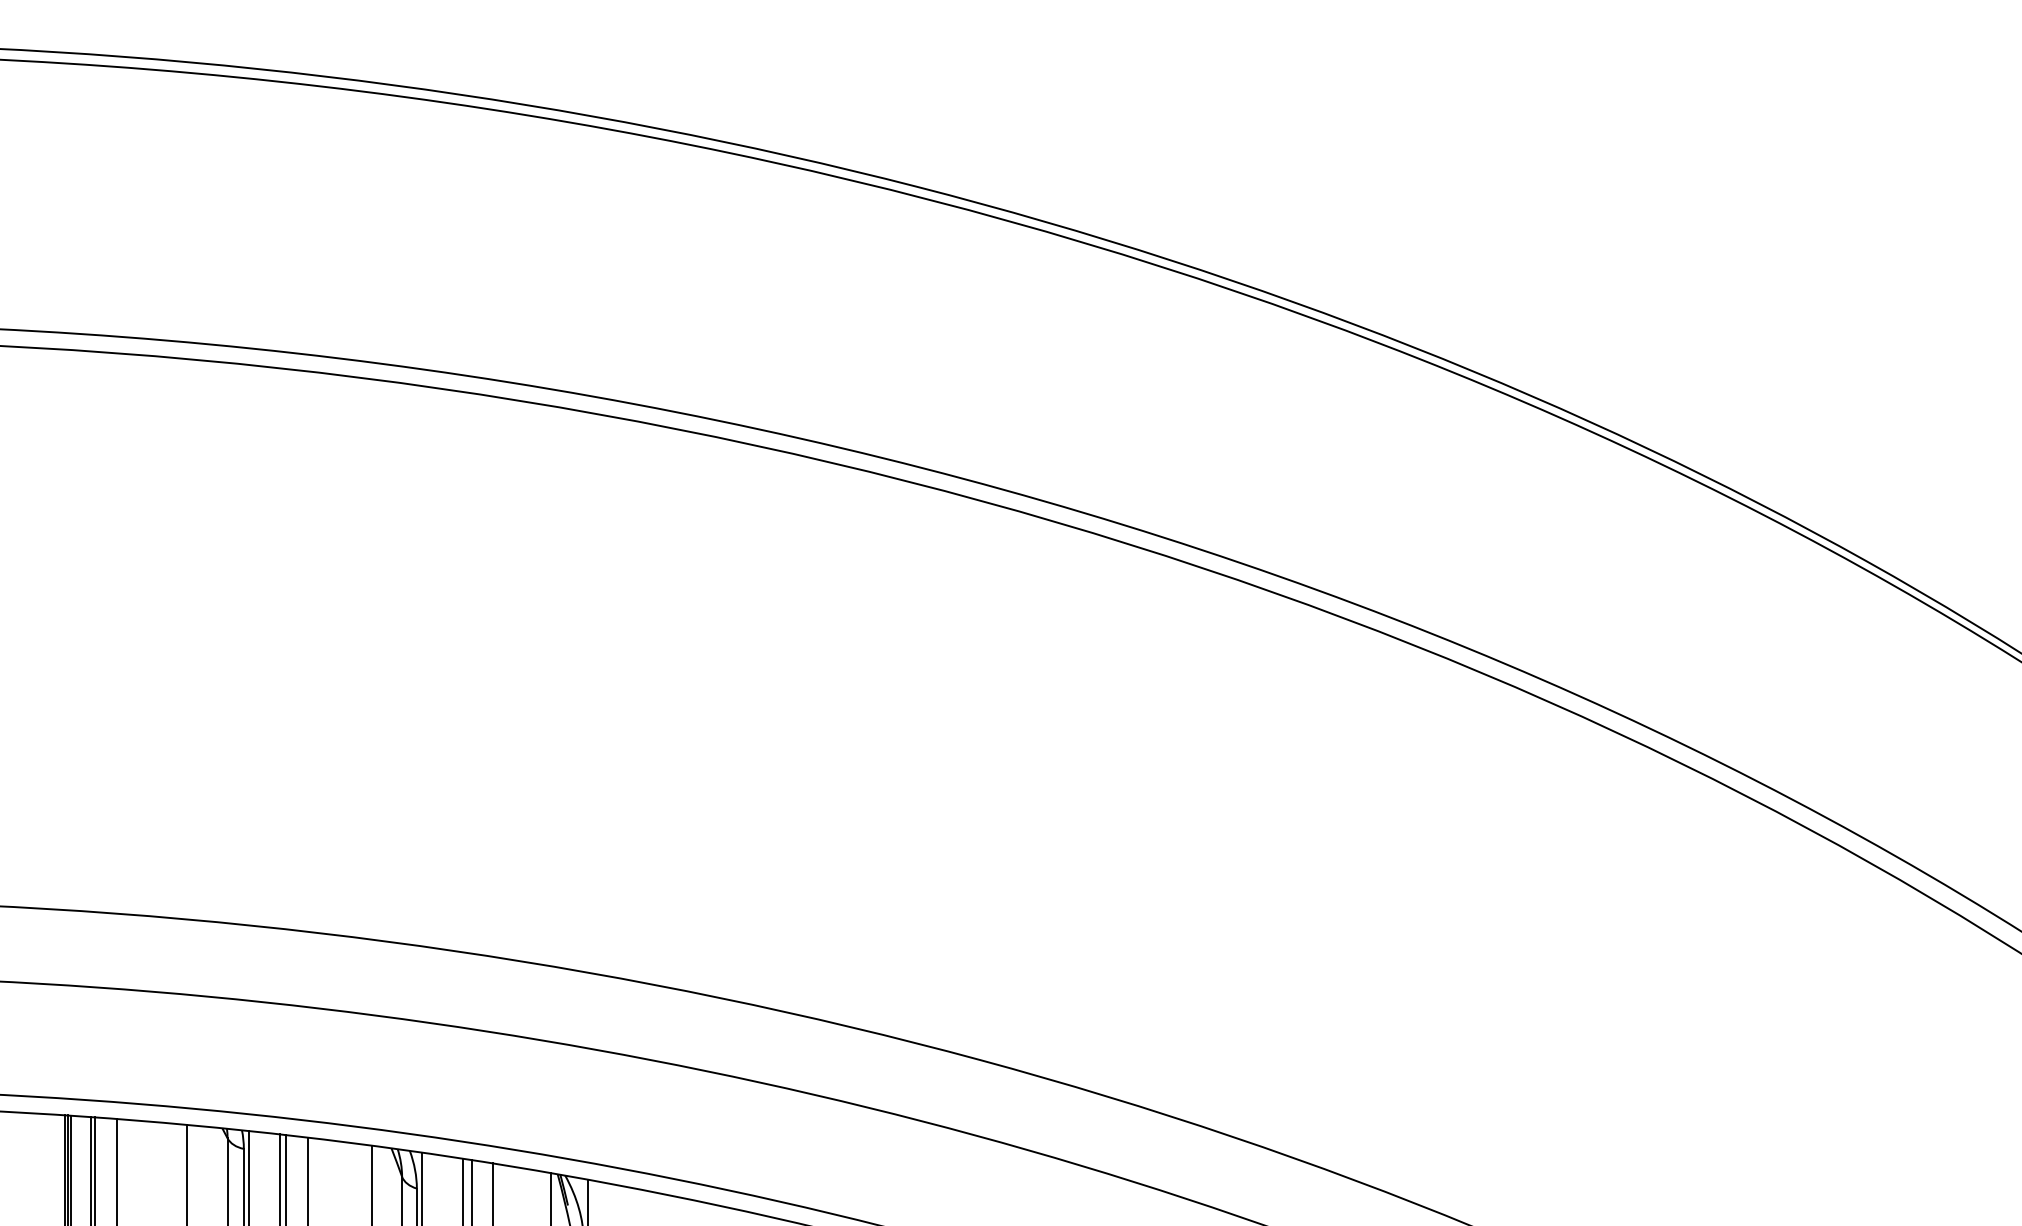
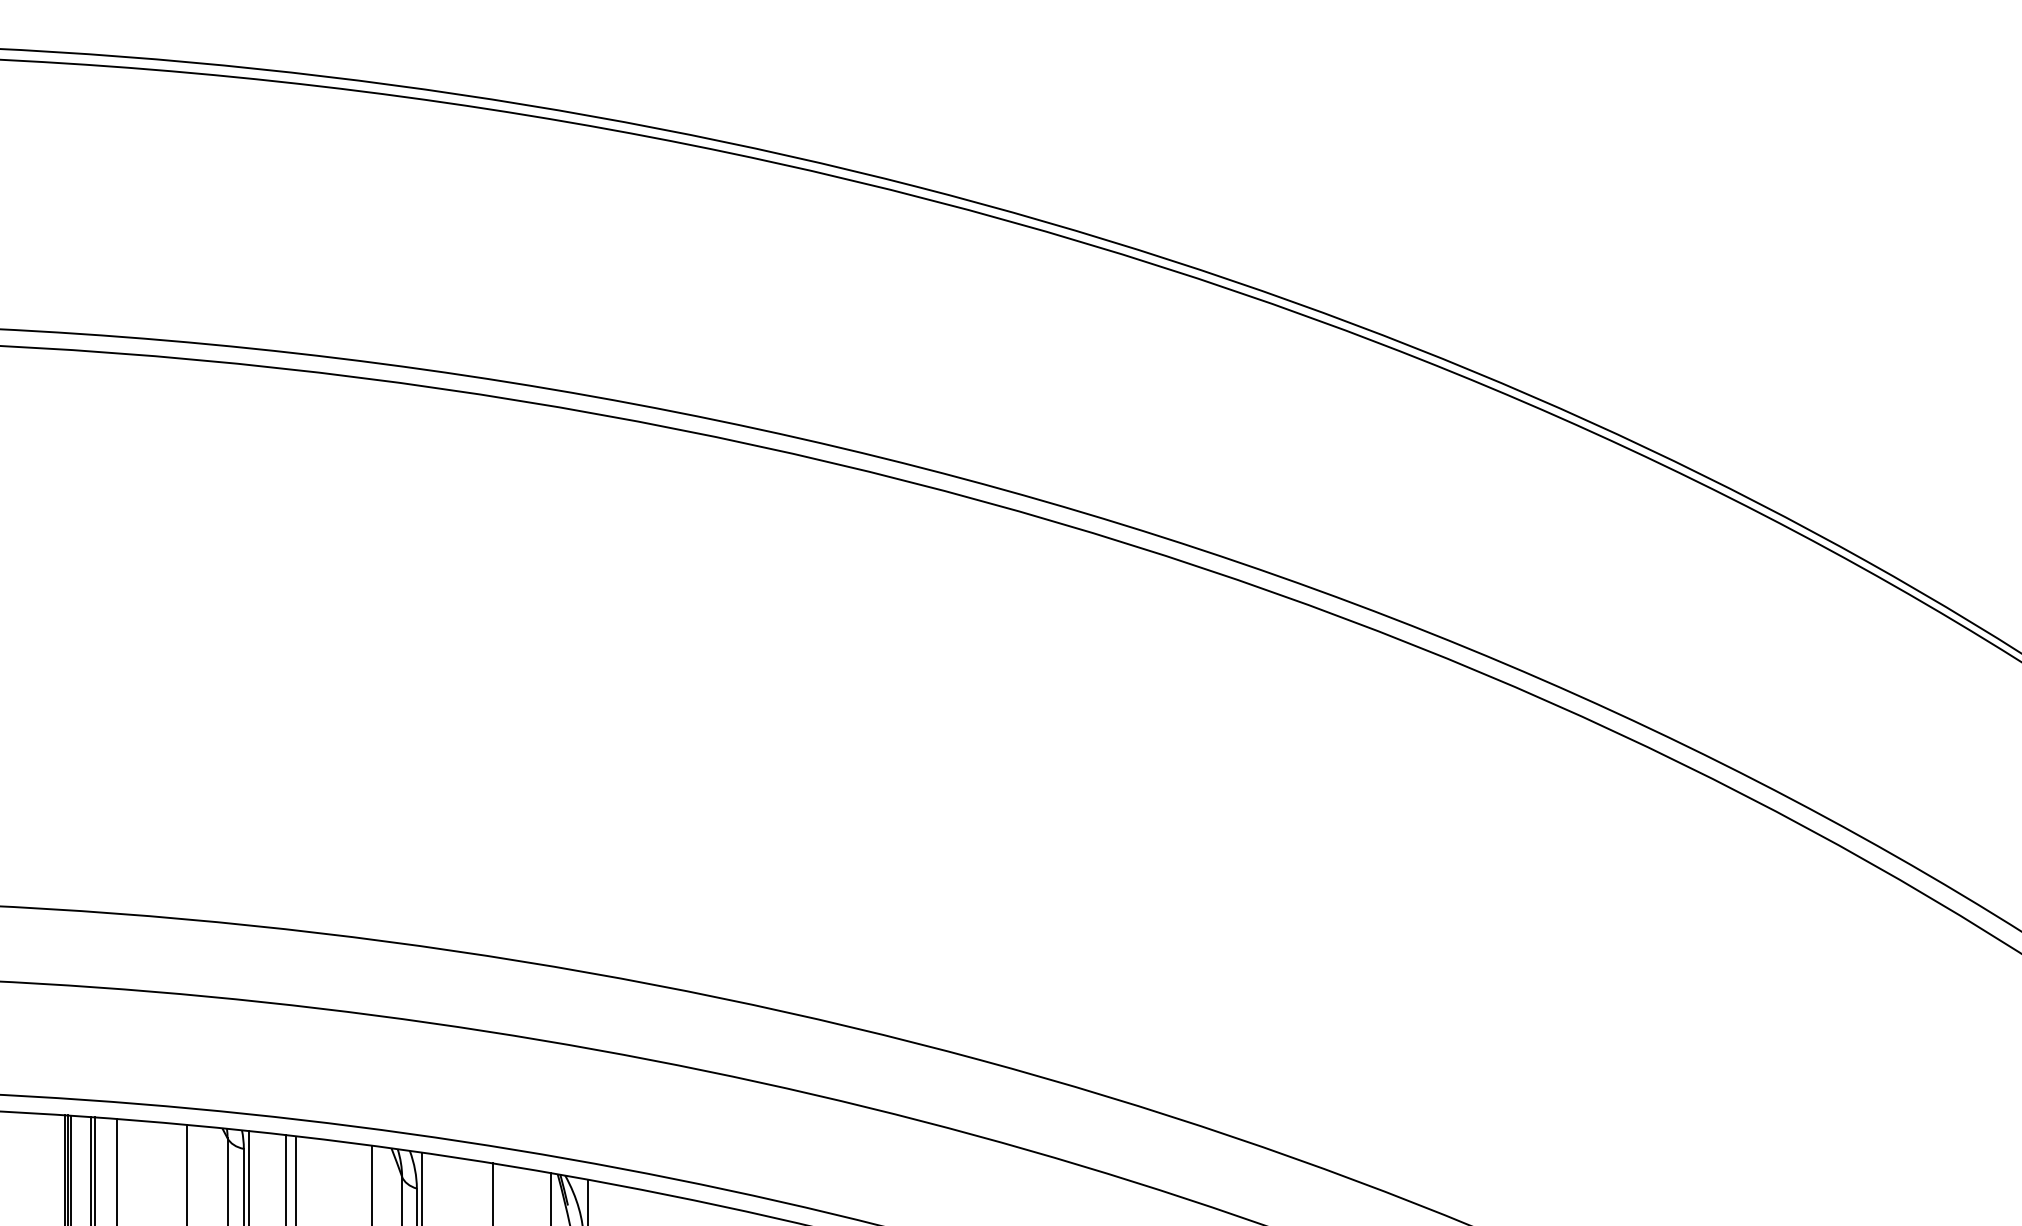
line at (279, 1178): present -> none
line at (307, 1179) position: (307, 1179) -> (295, 1179)
line at (463, 1190): present -> none
line at (471, 1191): present -> none
